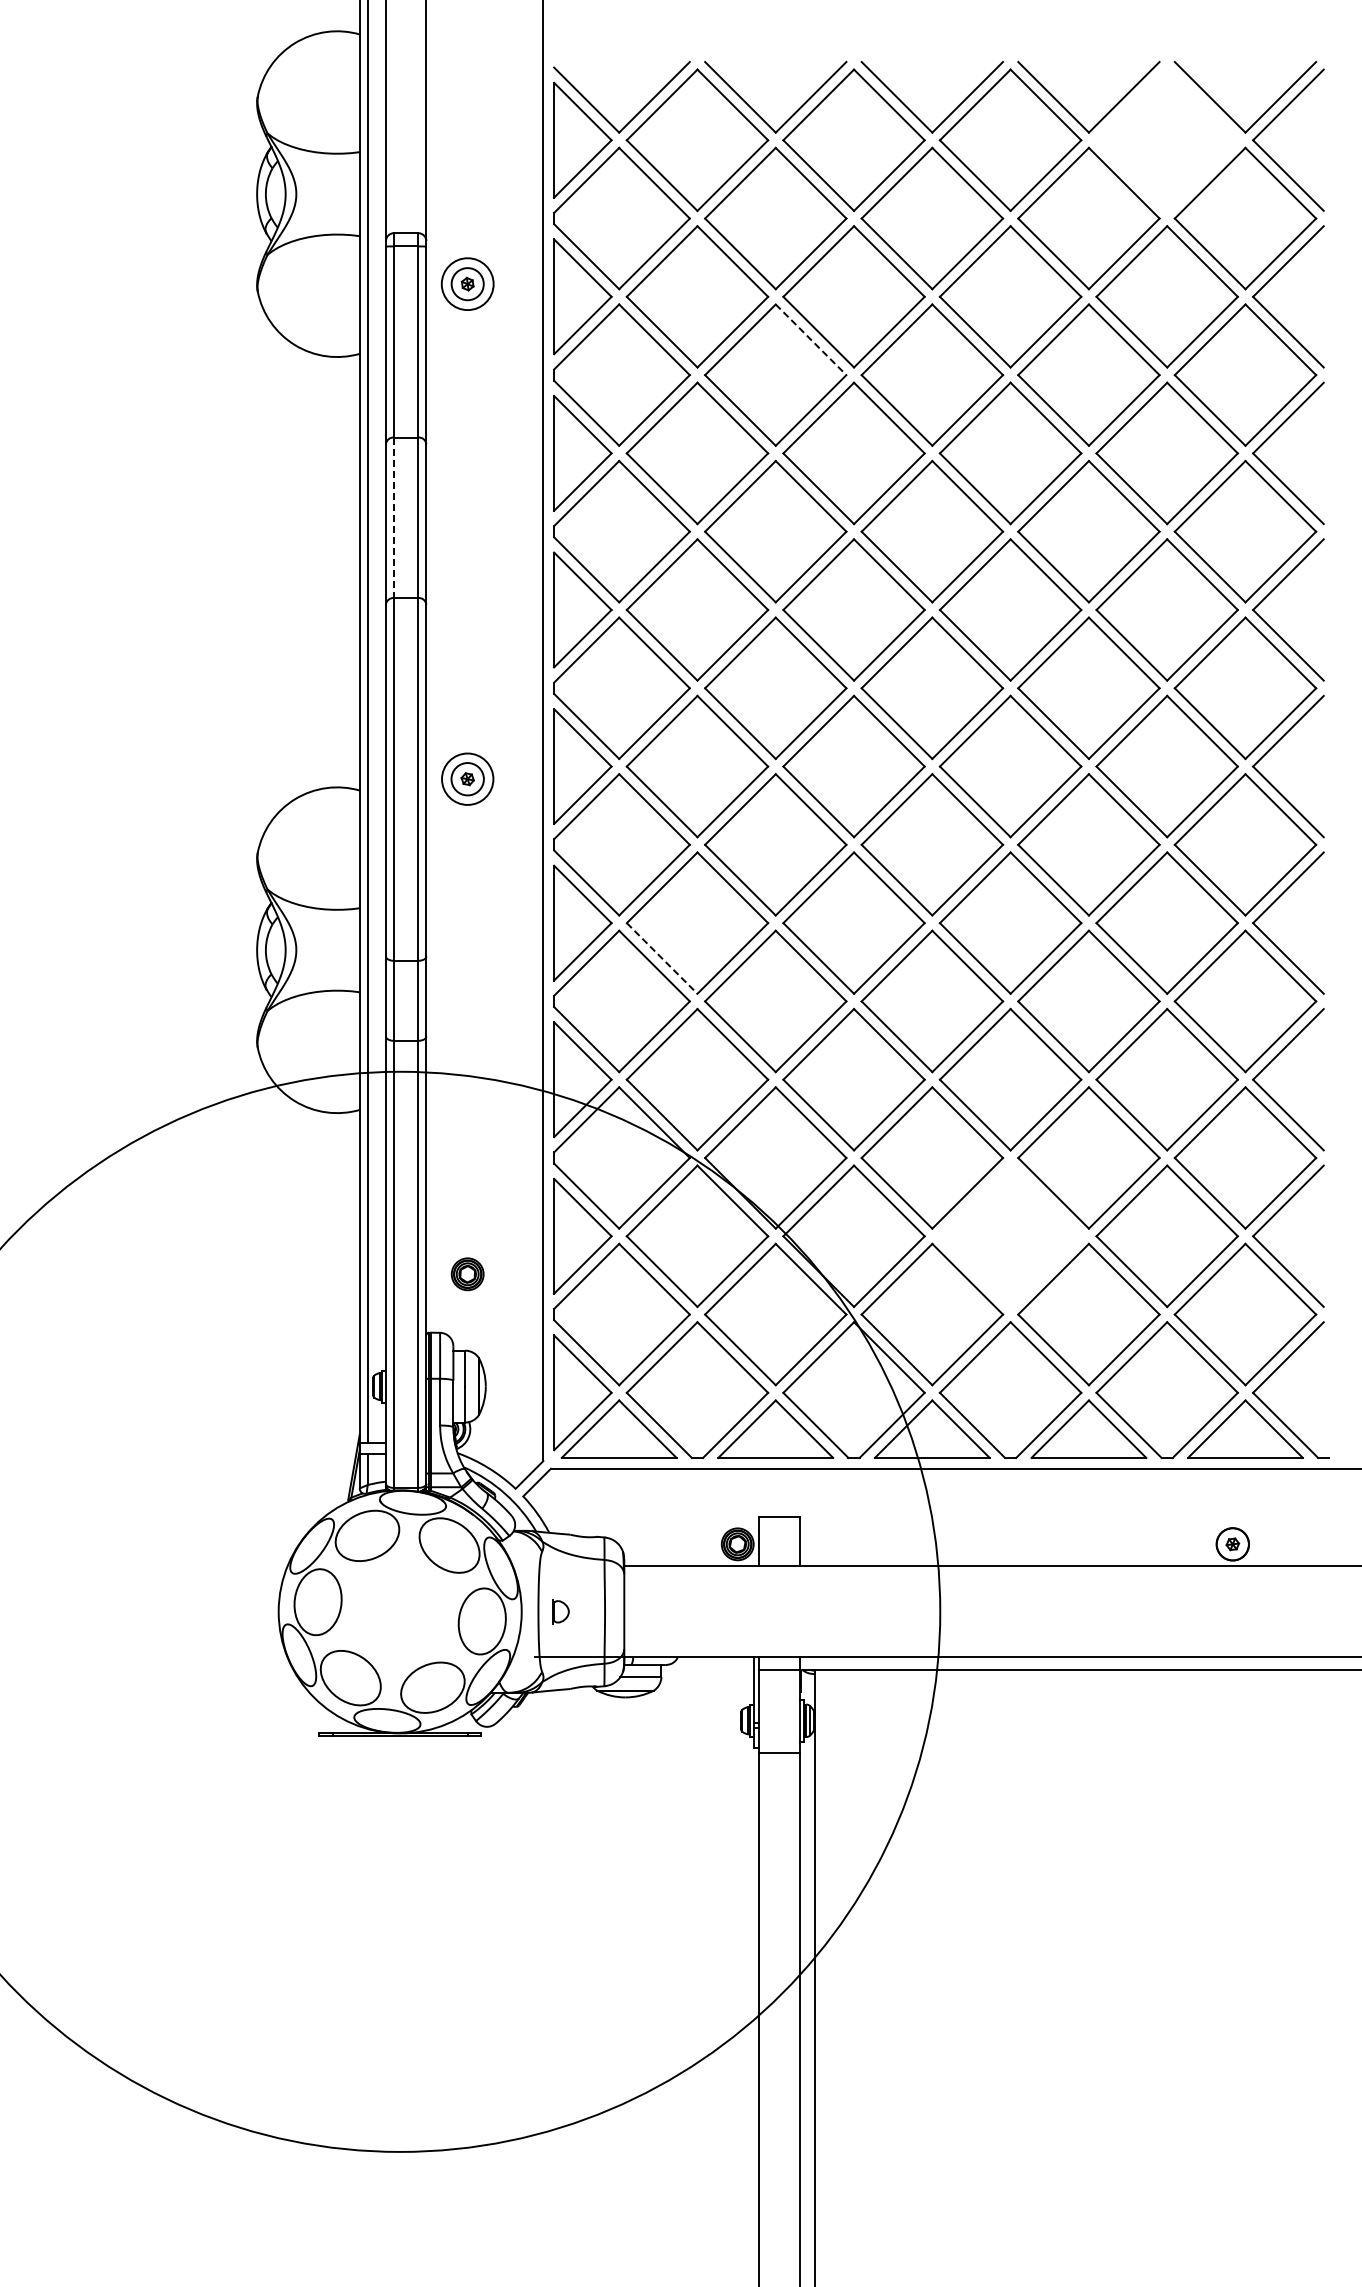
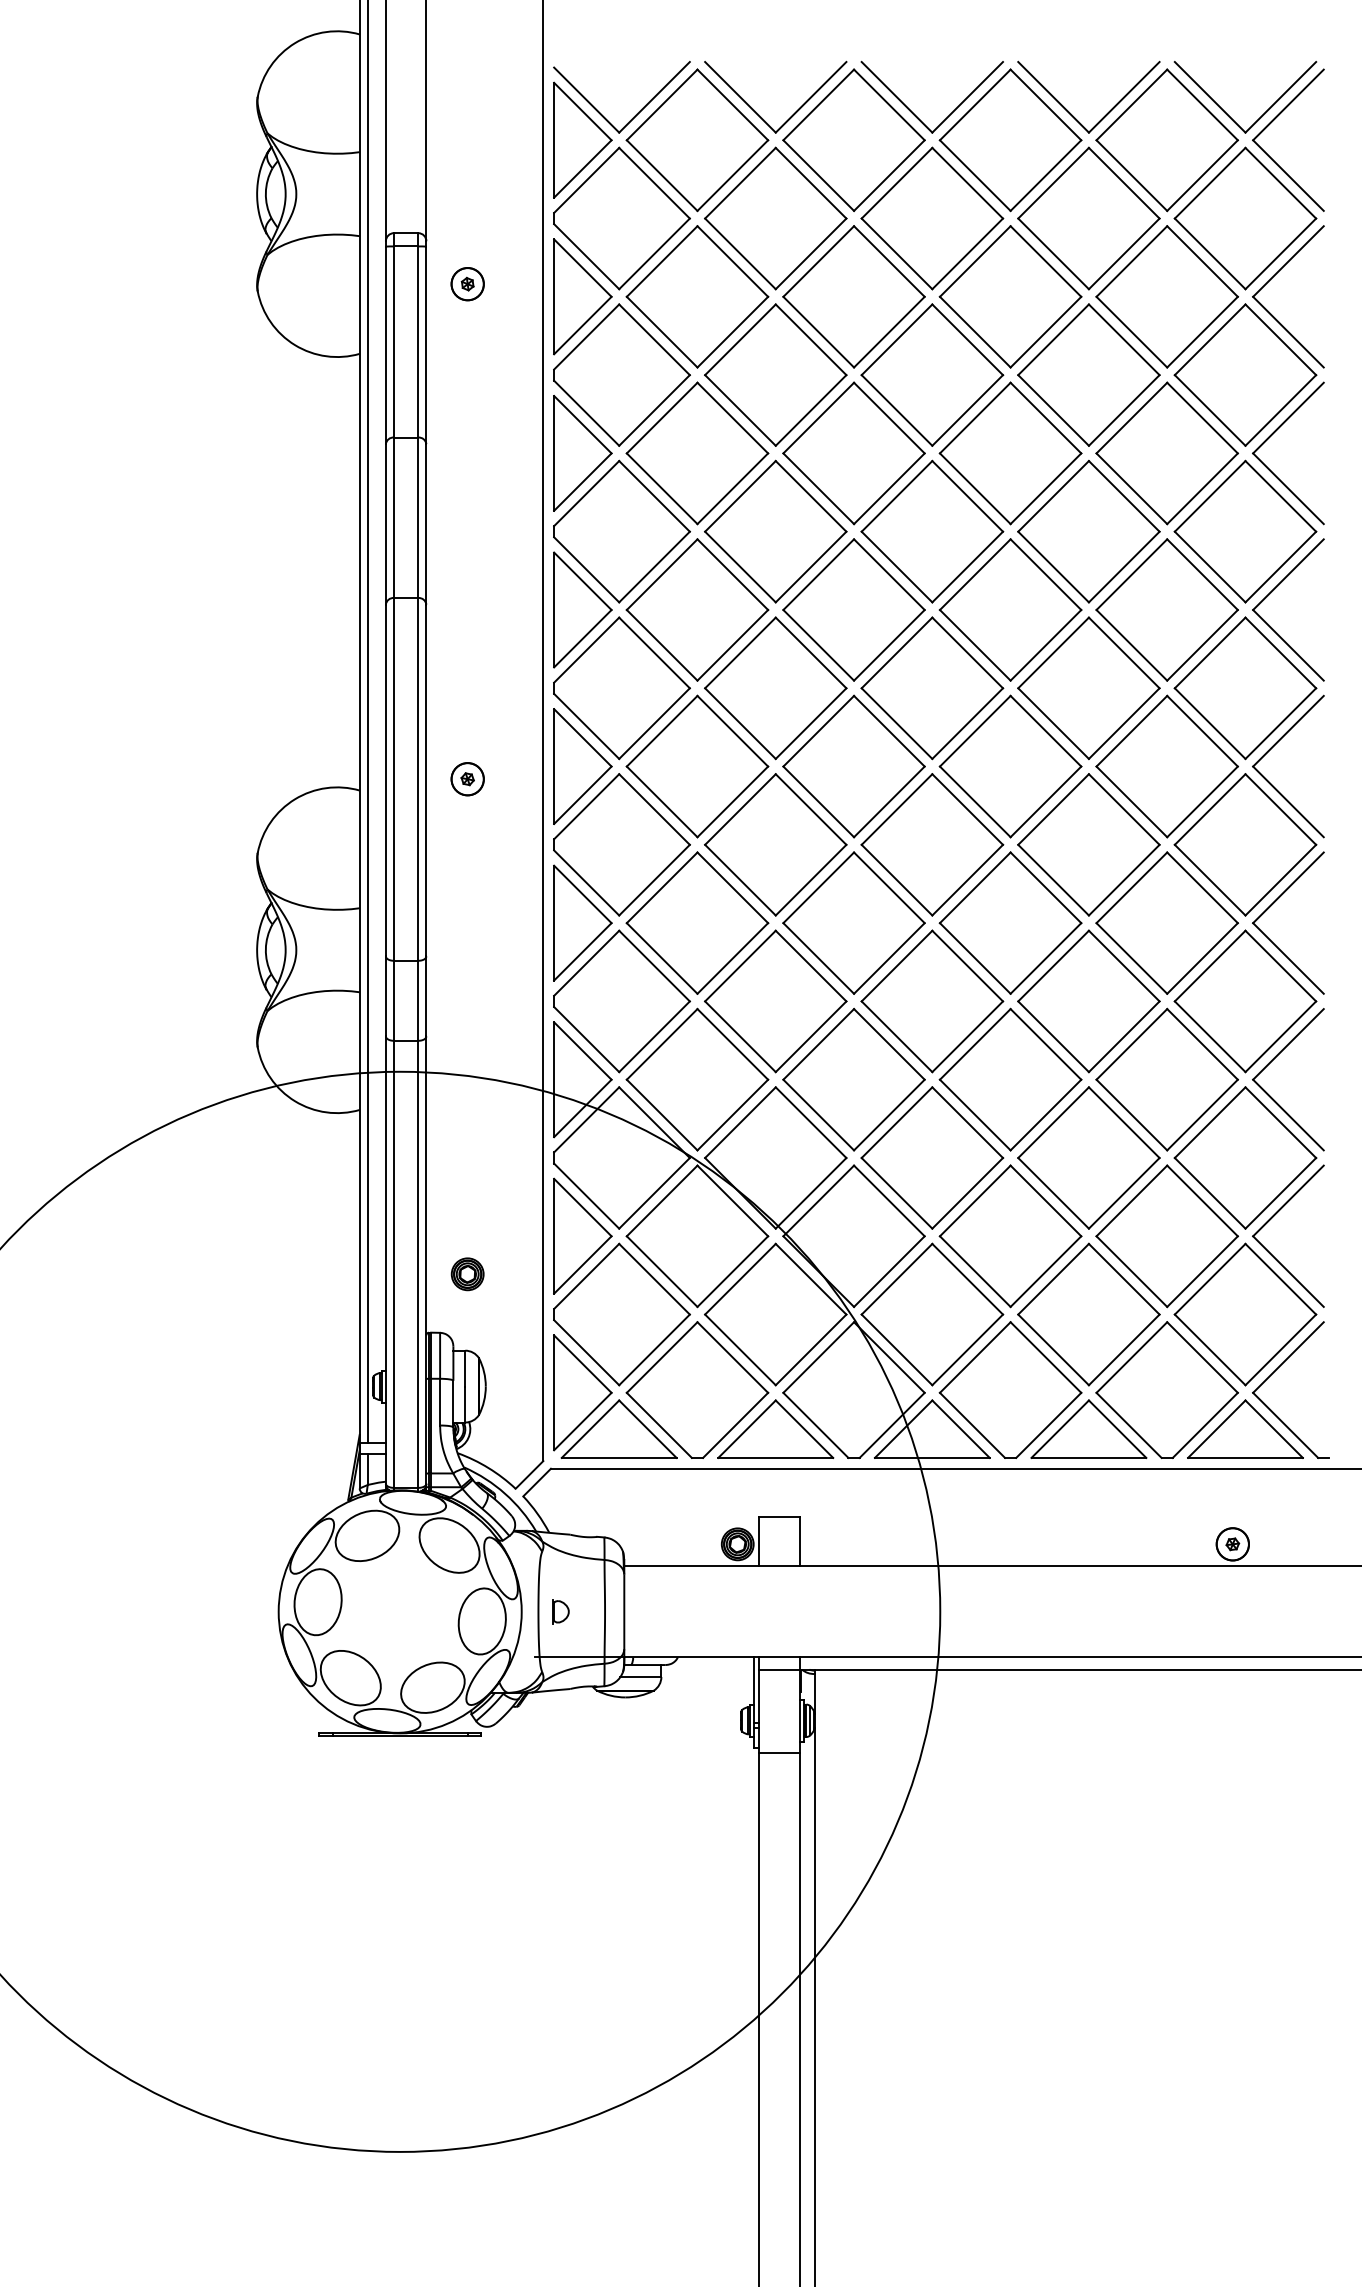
part at (1166, 140): none -> present
circle at (467, 284) diameter: 52 px -> 32 px
line at (811, 339): dashed -> solid
line at (394, 518): dashed -> solid
circle at (467, 778) diameter: 51 px -> 32 px
line at (662, 958): dashed -> solid
part at (1010, 1236): none -> present
